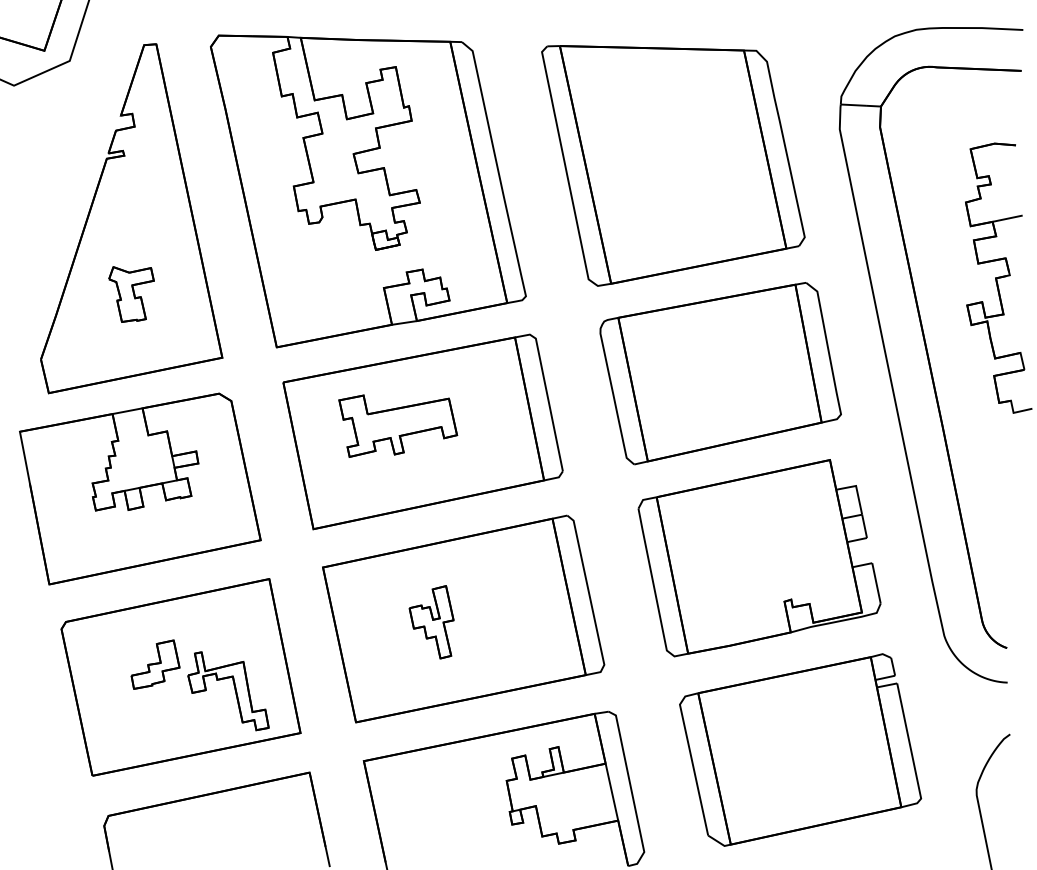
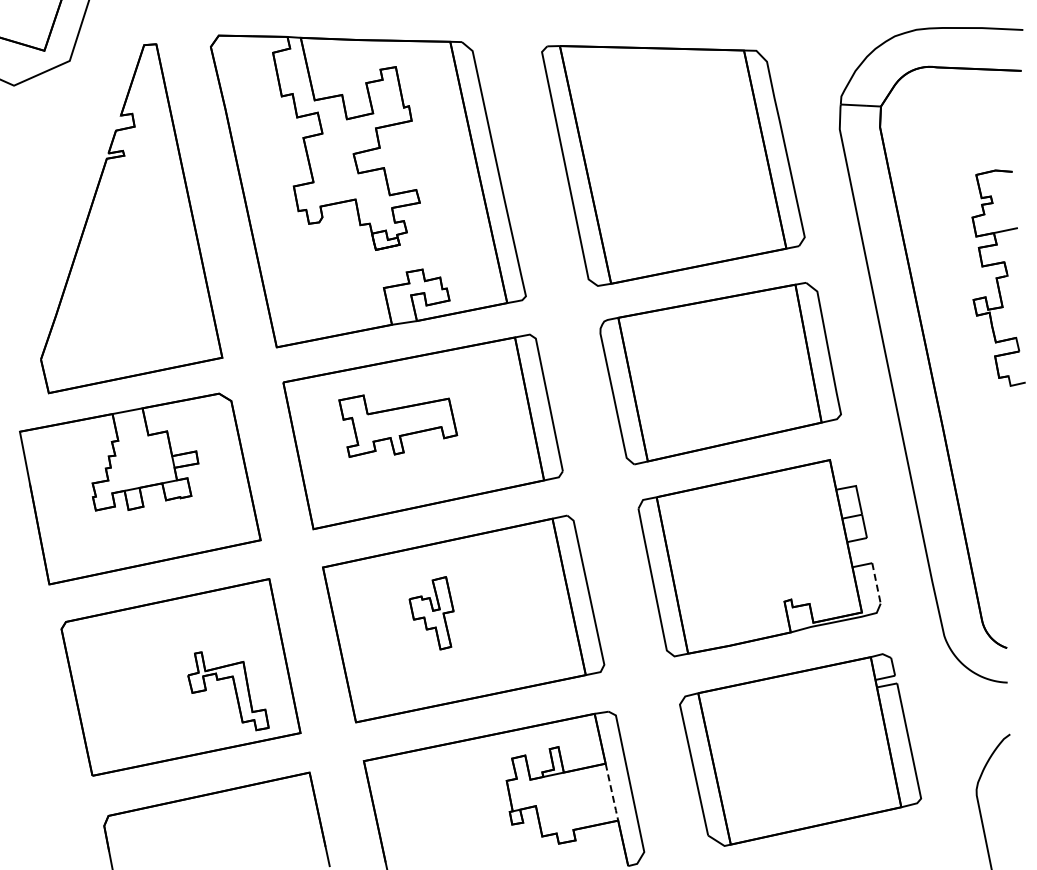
part at (998, 277) size: 68x272 px -> 55x218 px
part at (131, 294): present -> none
line at (876, 583): solid -> dashed
part at (431, 622) position: (431, 622) -> (431, 613)
part at (155, 664): present -> none
line at (612, 793): solid -> dashed
